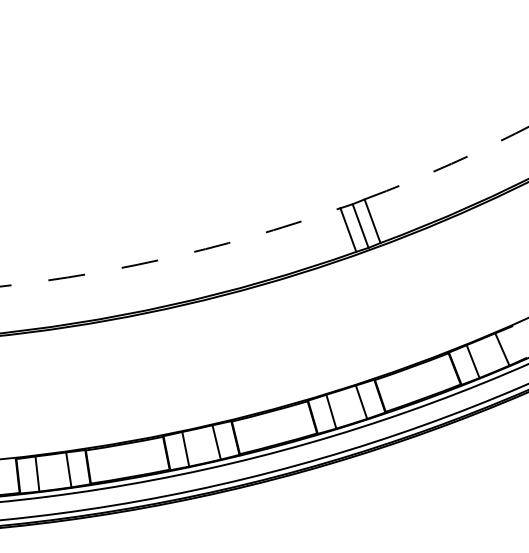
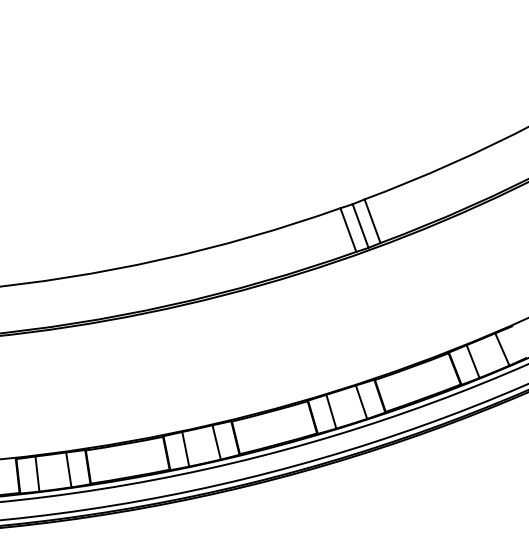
arc at (447, 165): dashed -> solid
arc at (173, 256): dashed -> solid
